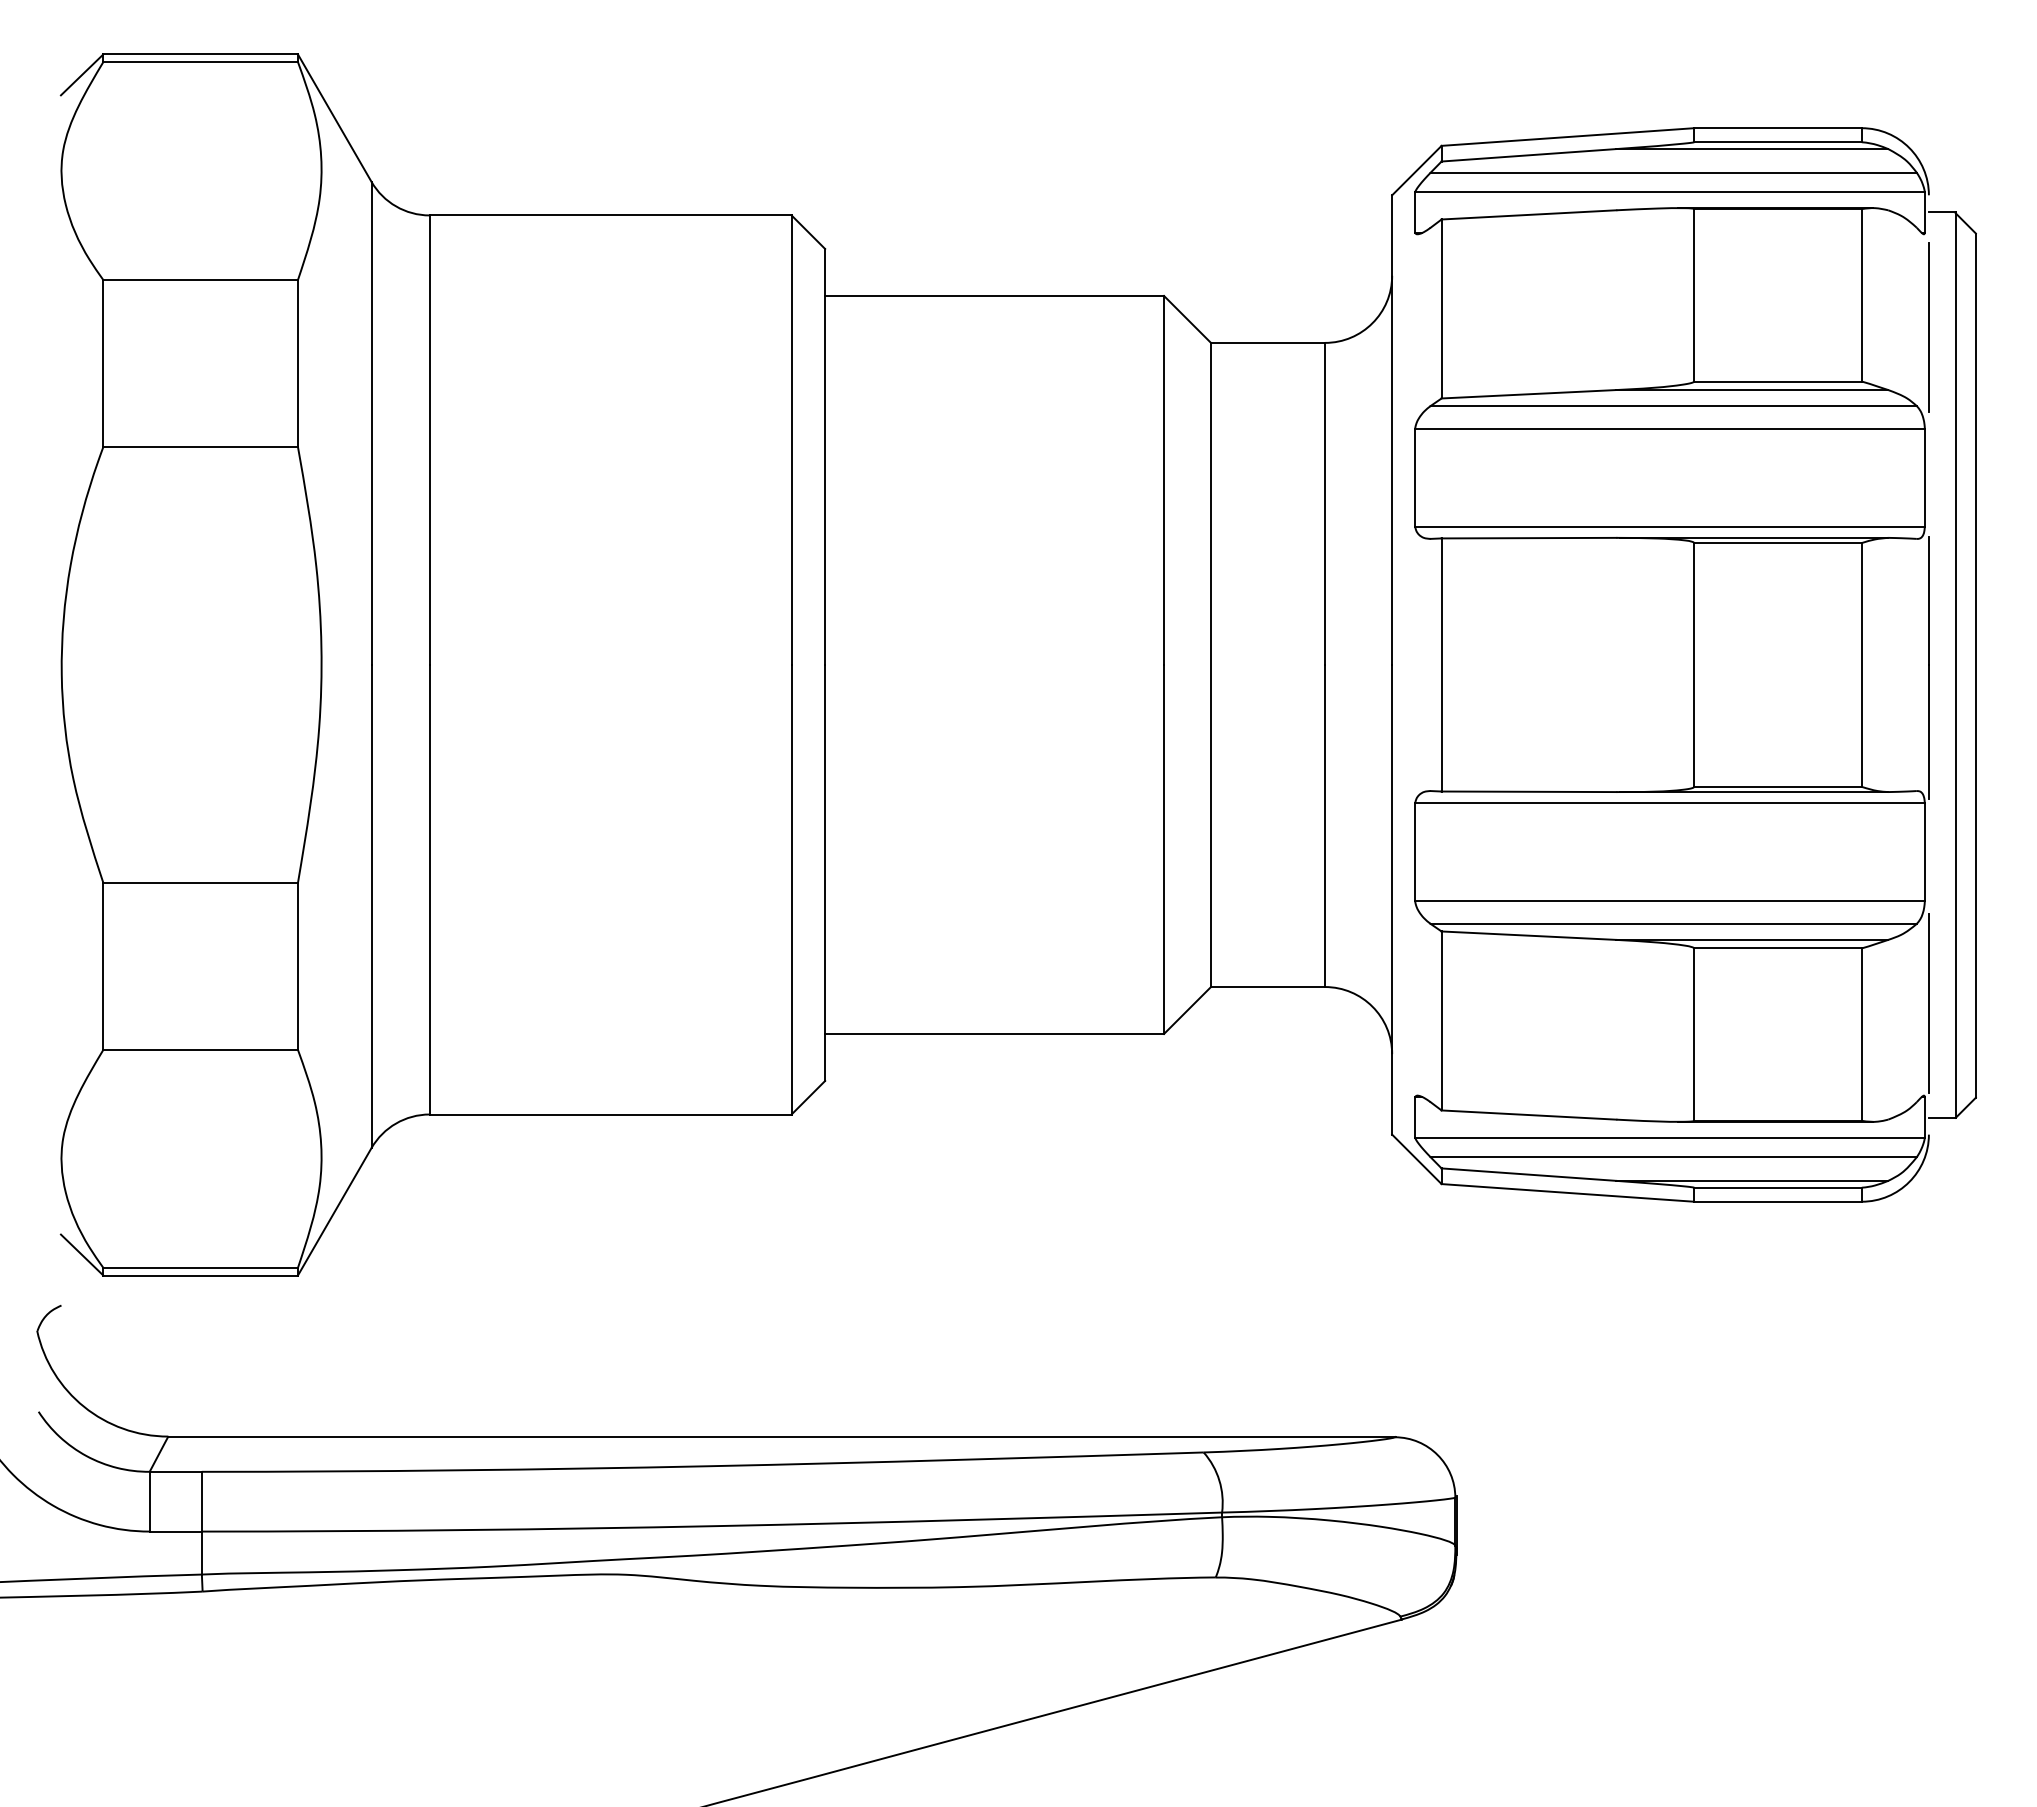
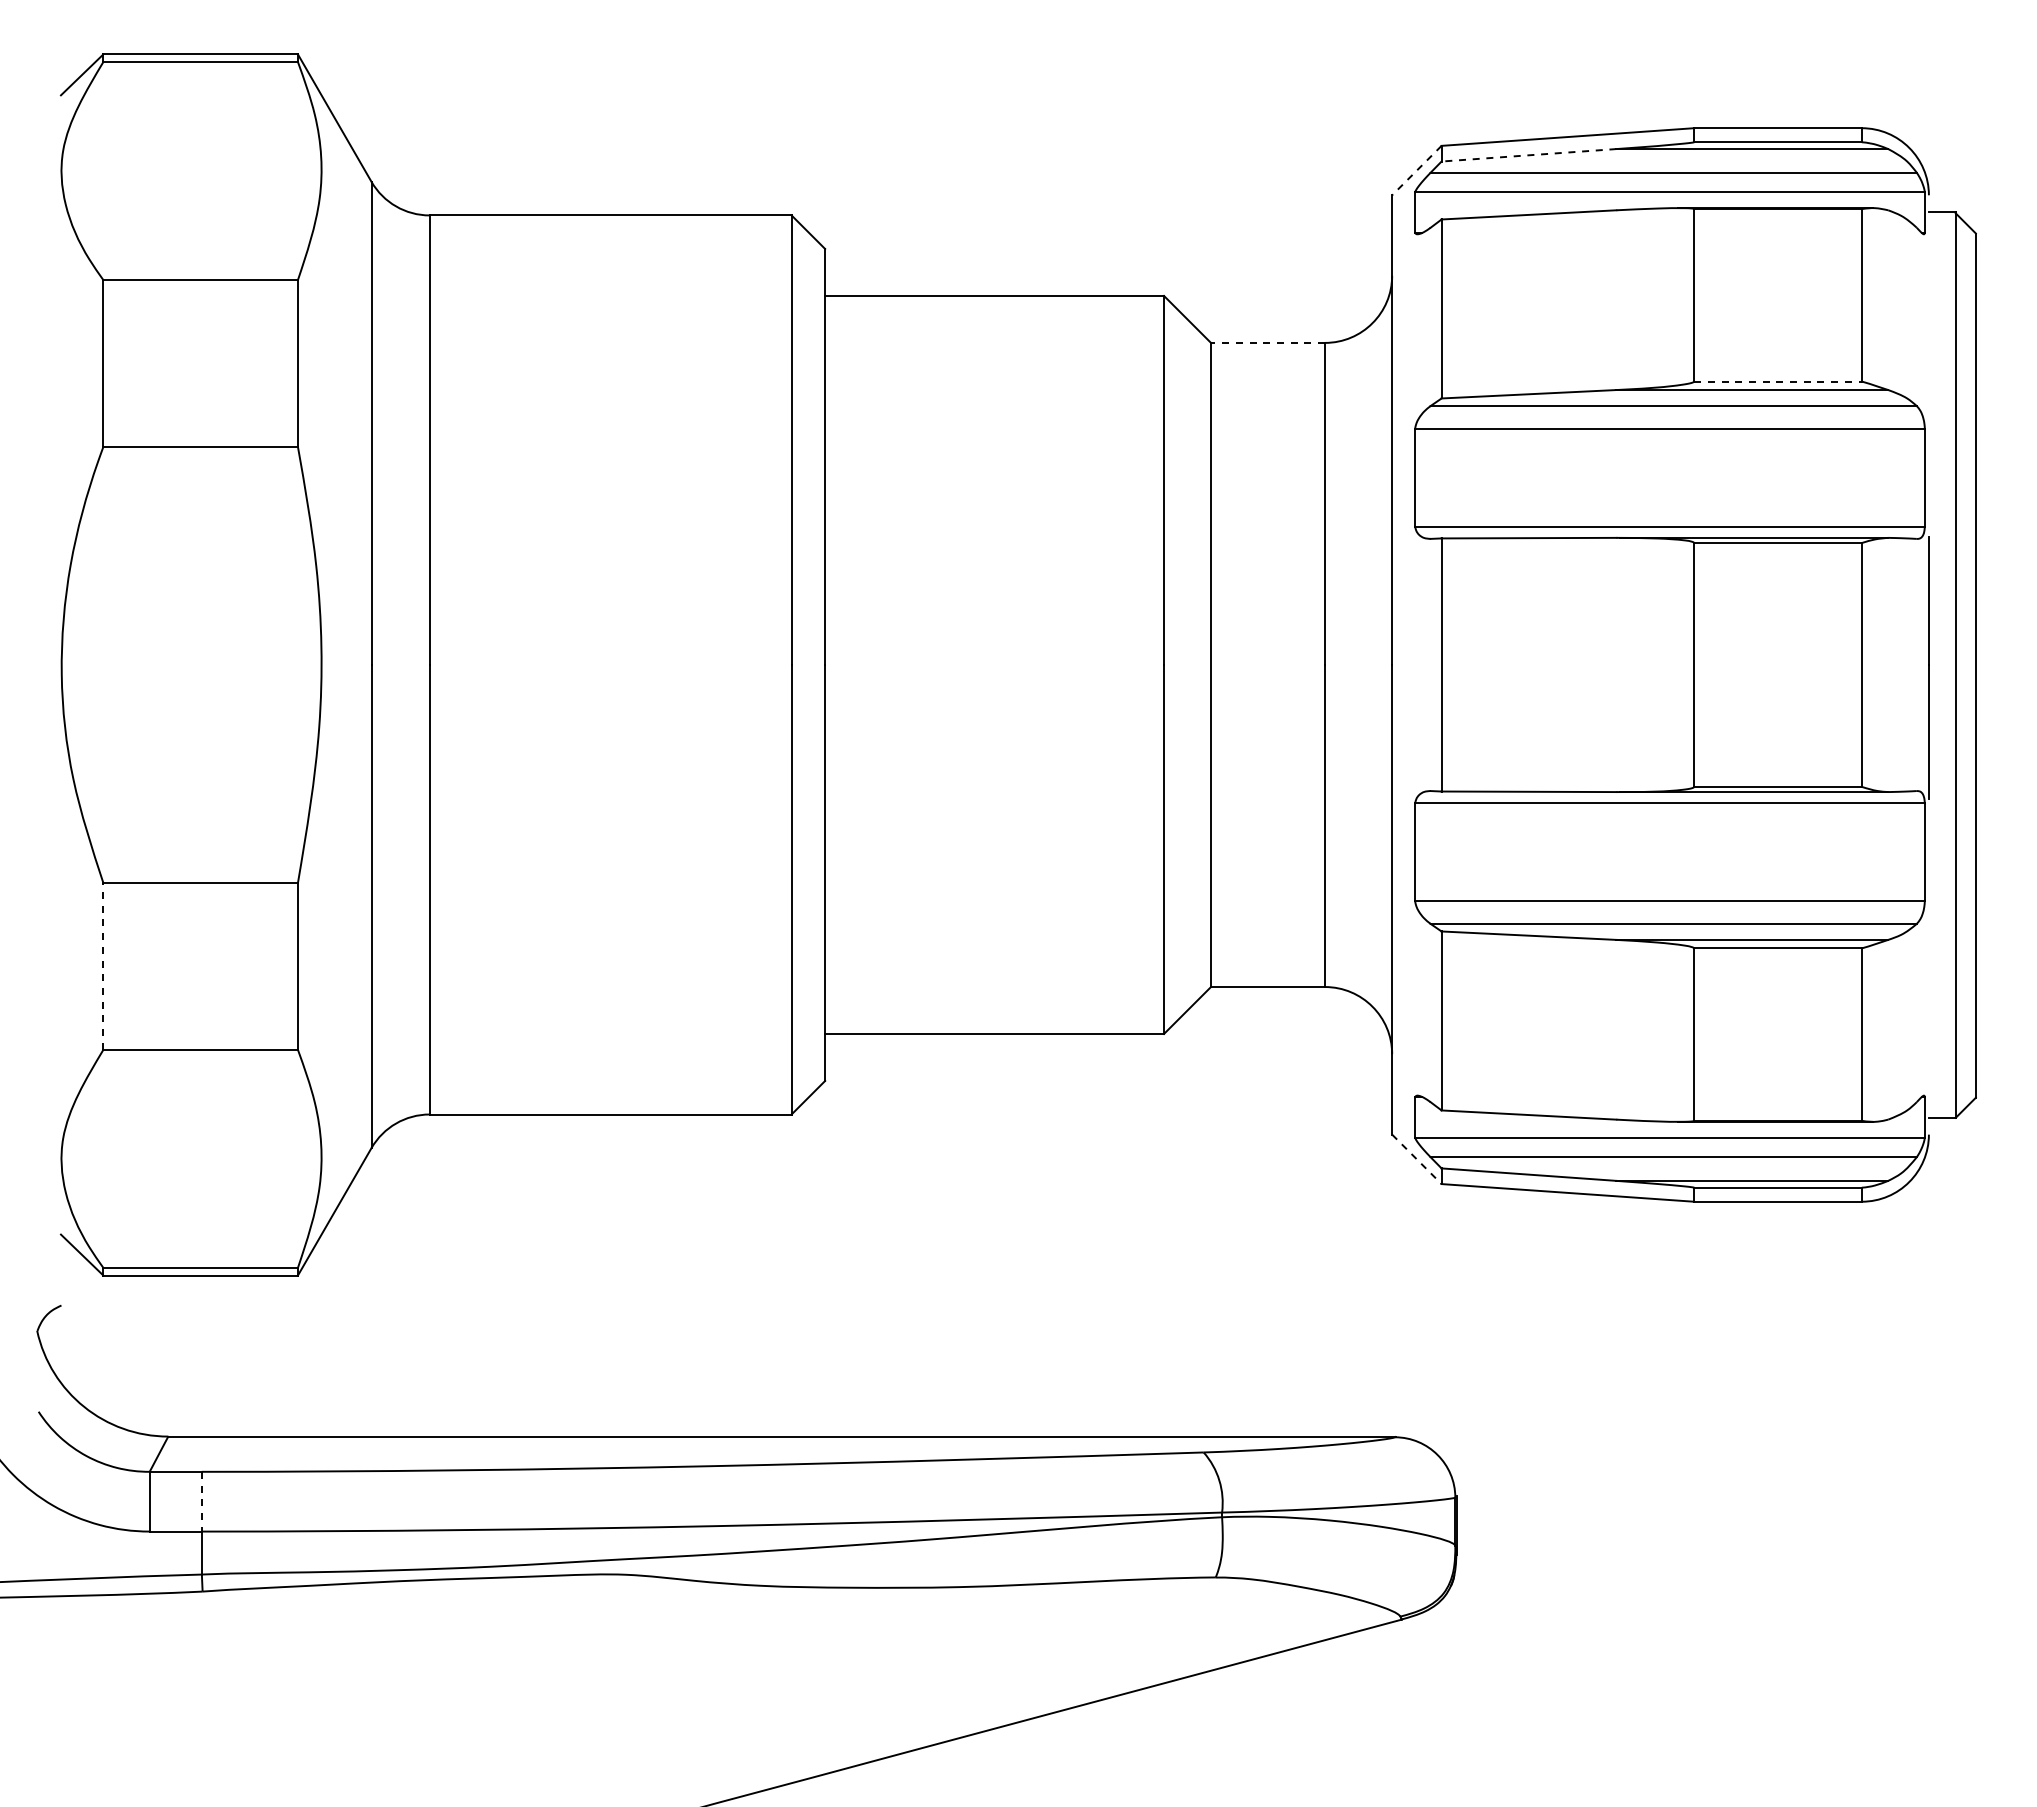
line at (1529, 155): solid -> dashed
line at (1416, 170): solid -> dashed
line at (1928, 327): present -> none
line at (1267, 342): solid -> dashed
line at (1777, 381): solid -> dashed
line at (103, 965): solid -> dashed
line at (1928, 1003): present -> none
line at (1416, 1159): solid -> dashed
line at (201, 1501): solid -> dashed
